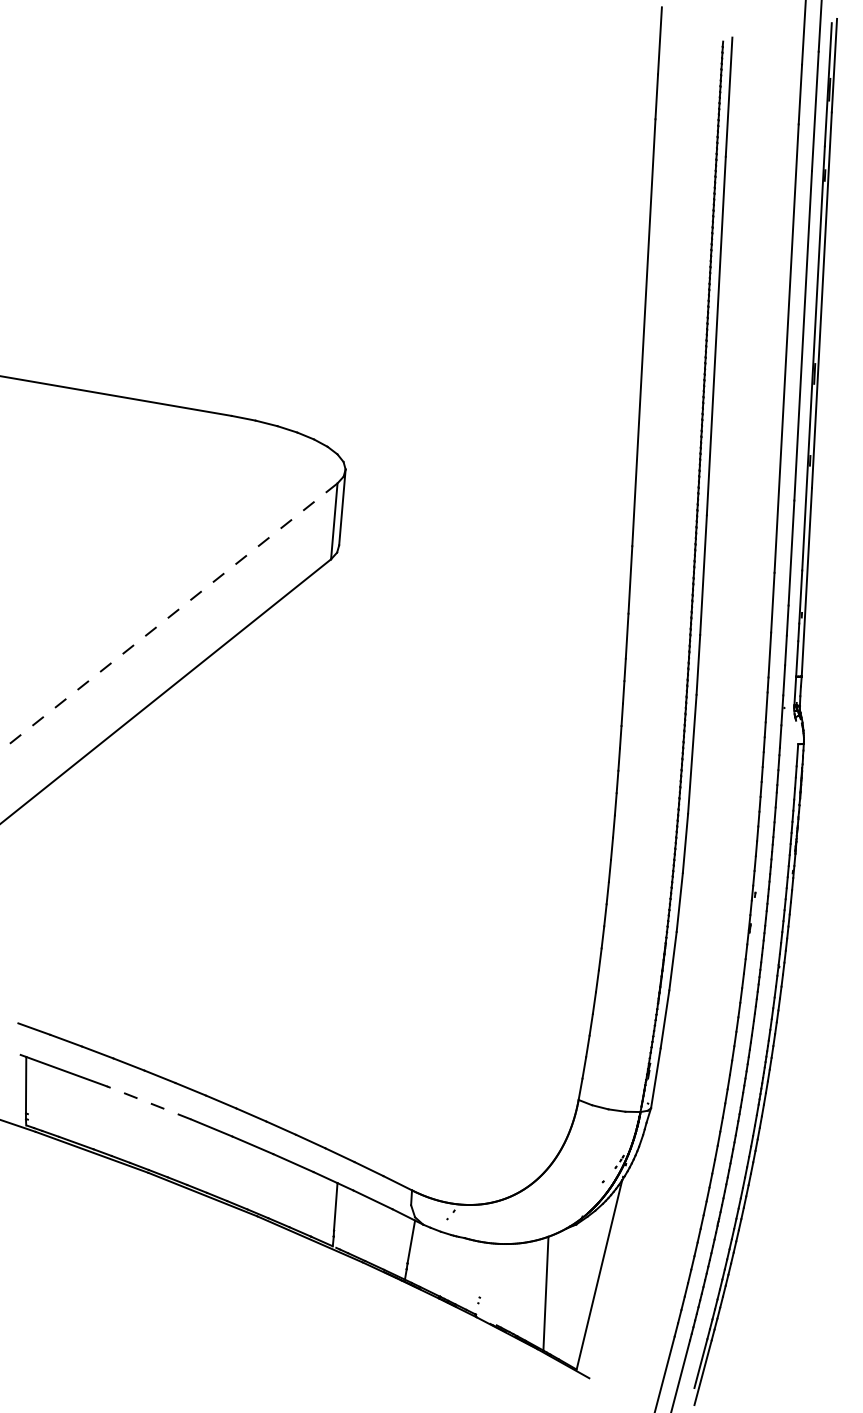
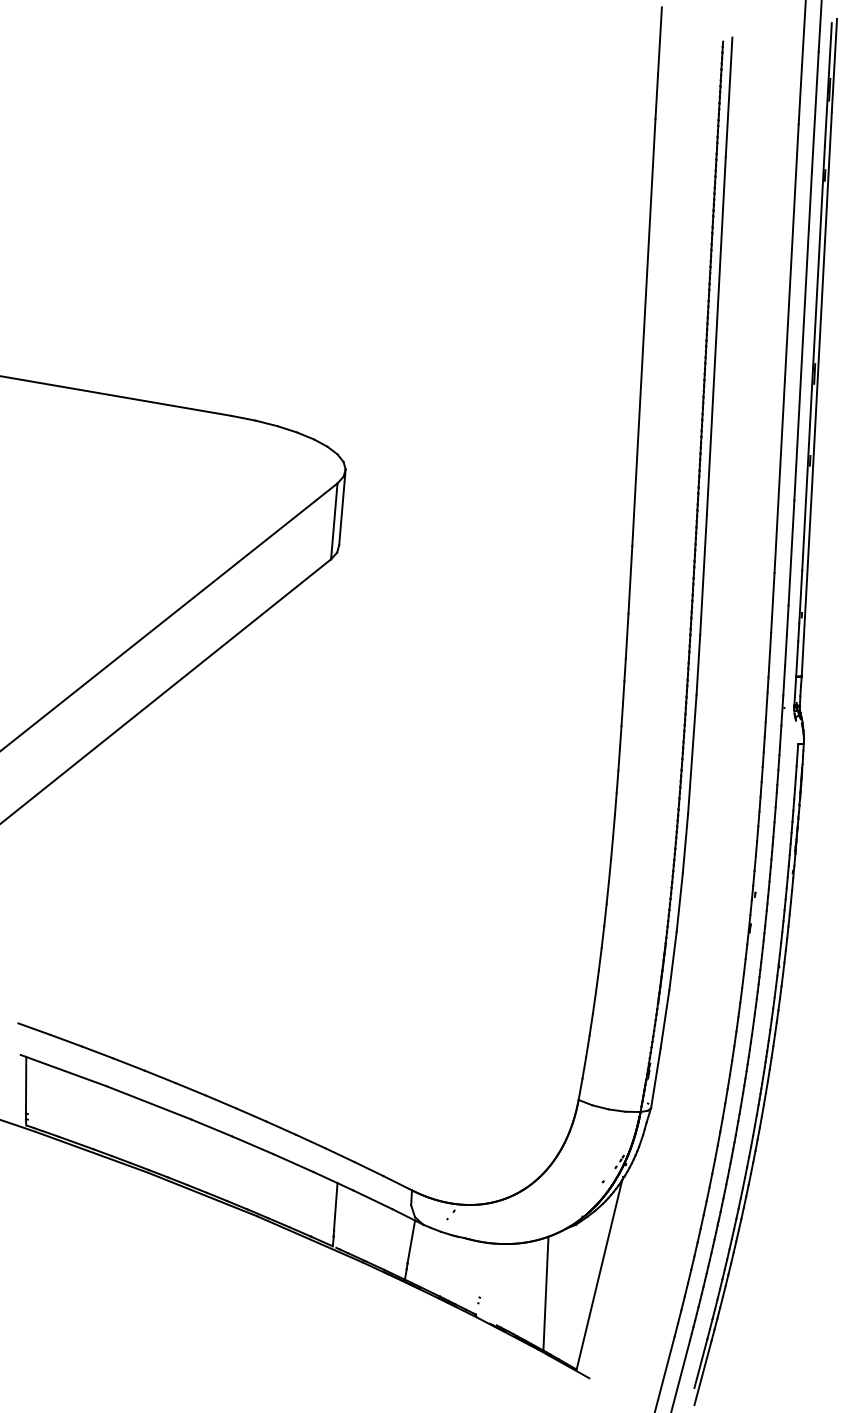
line at (169, 617): dashed -> solid
line at (148, 1102): dashed -> solid
